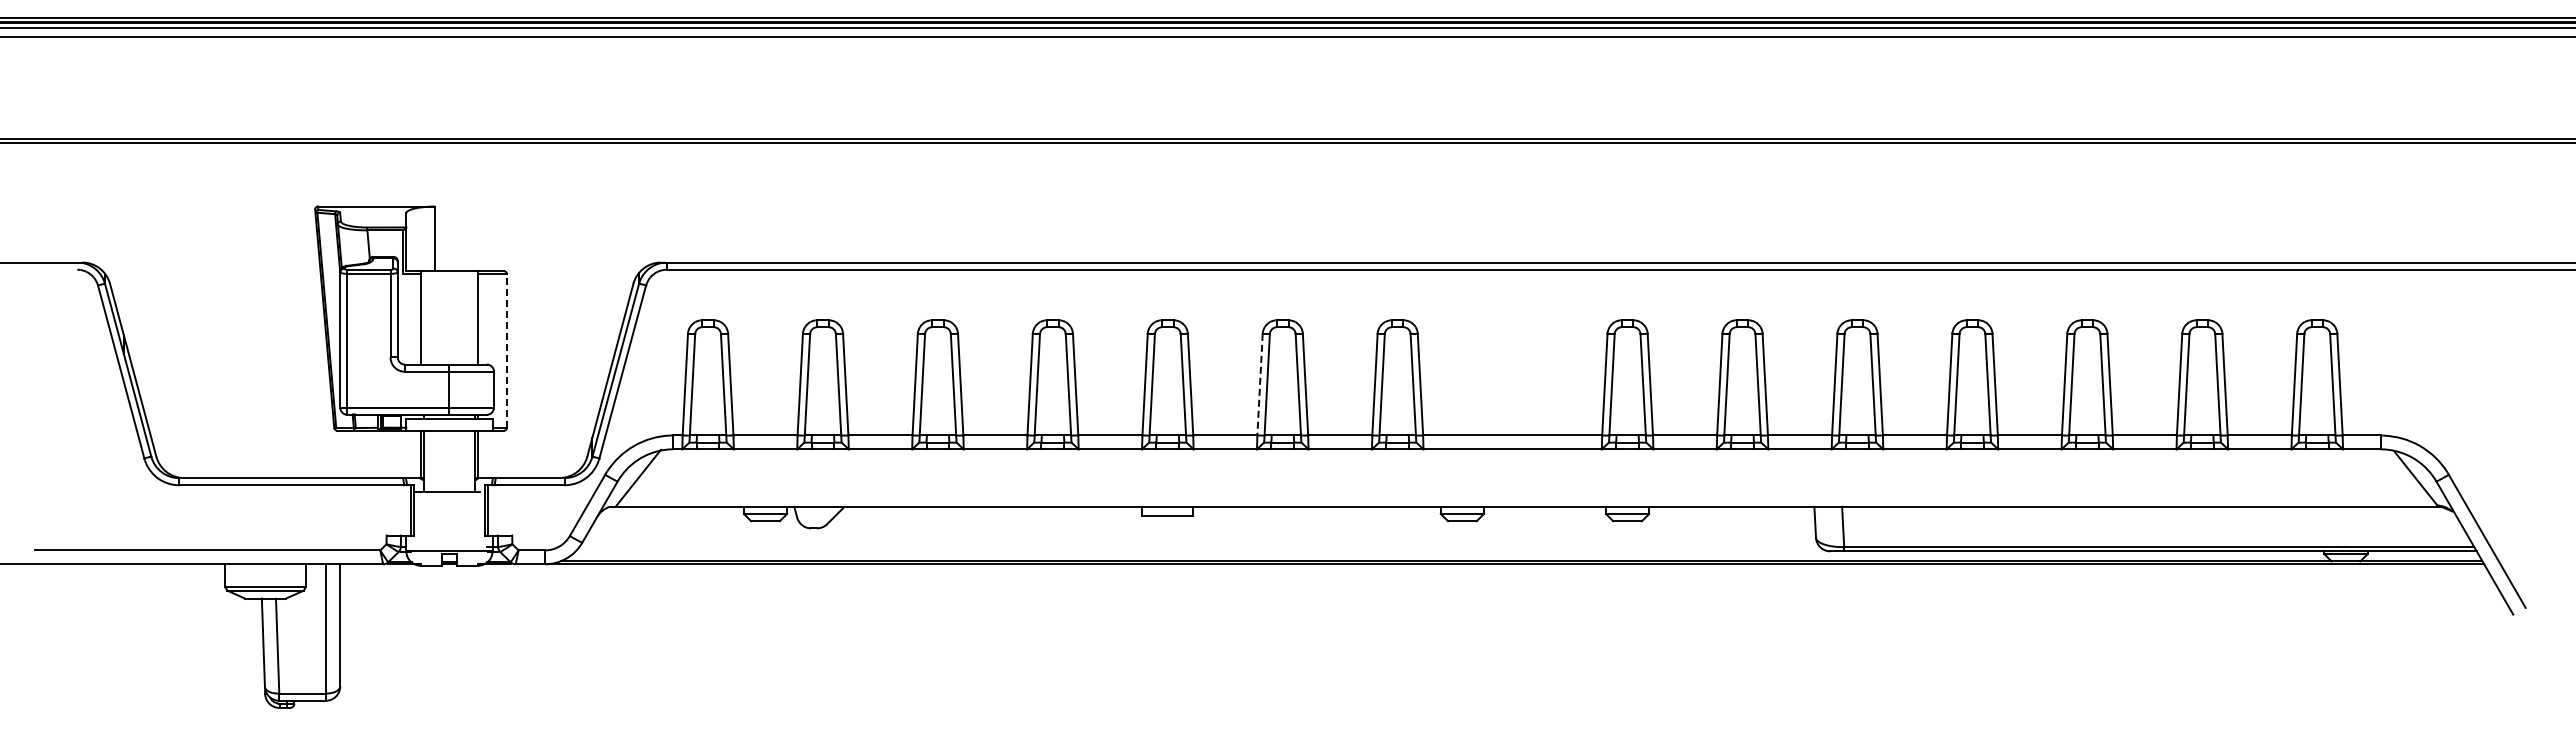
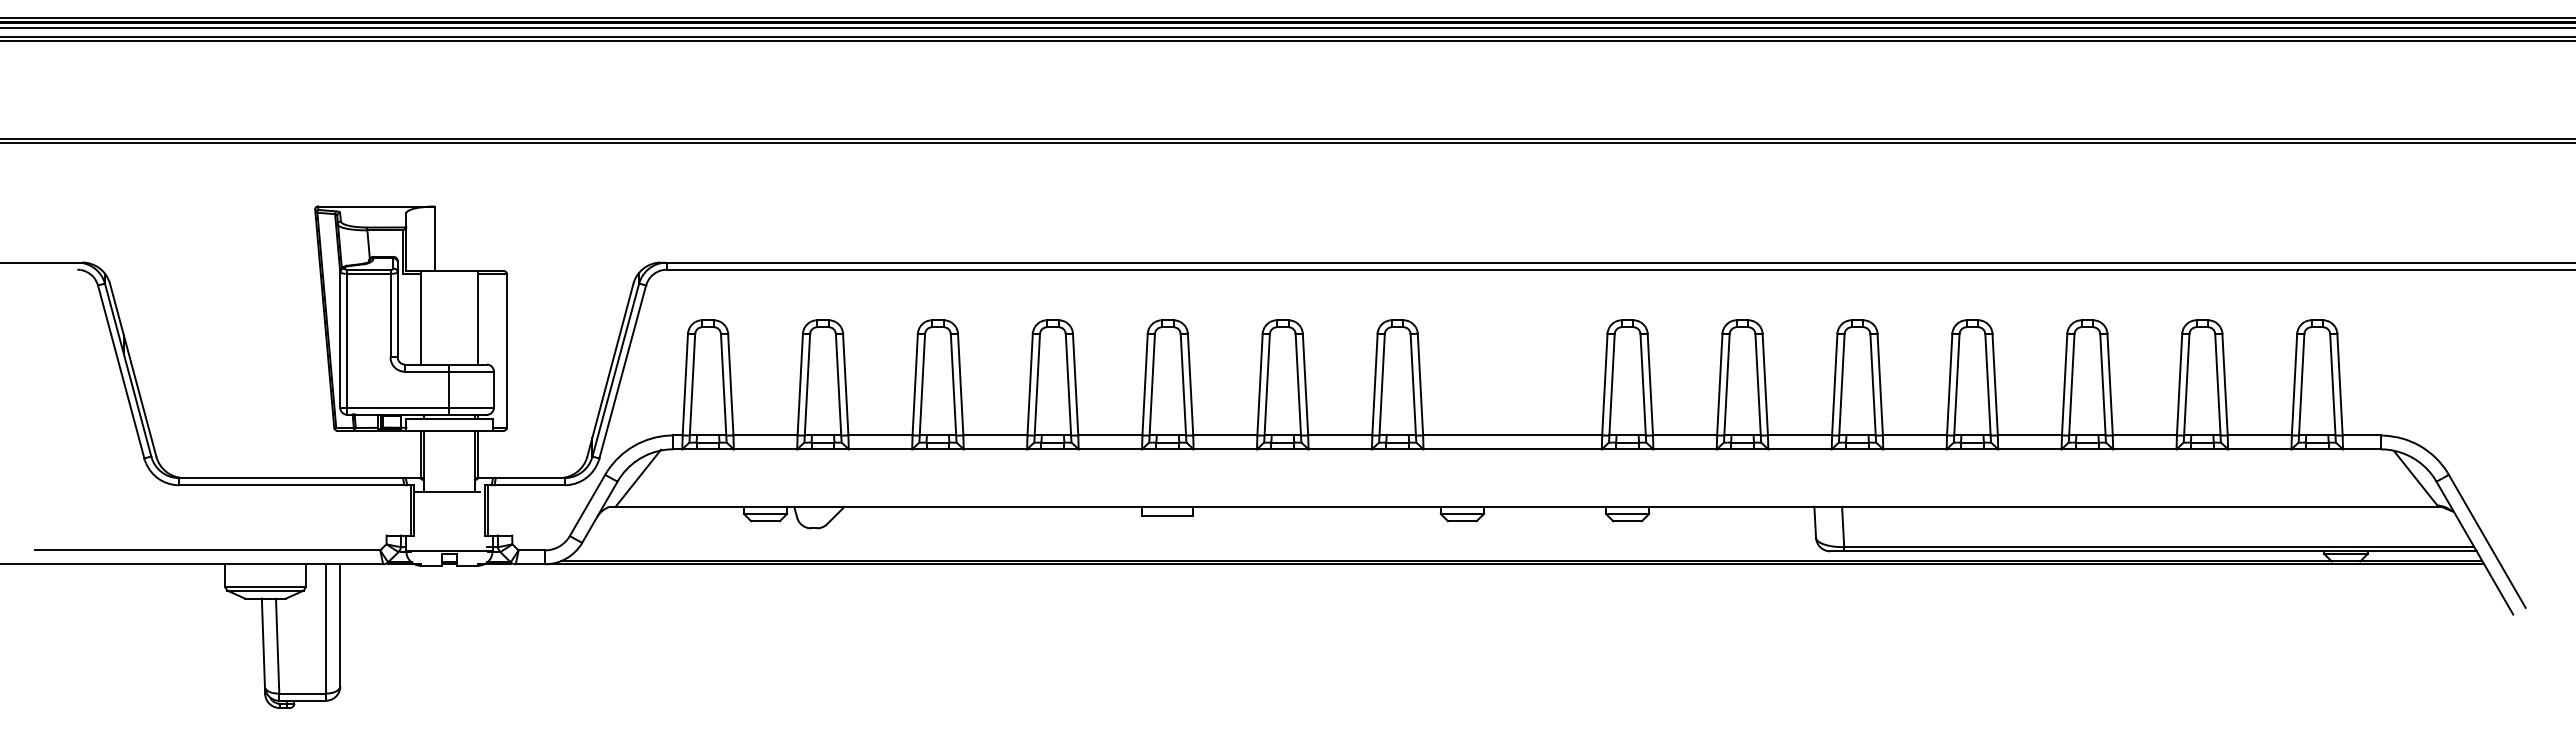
line at (1287, 40): none -> present
line at (506, 350): dashed -> solid
line at (1260, 384): dashed -> solid
